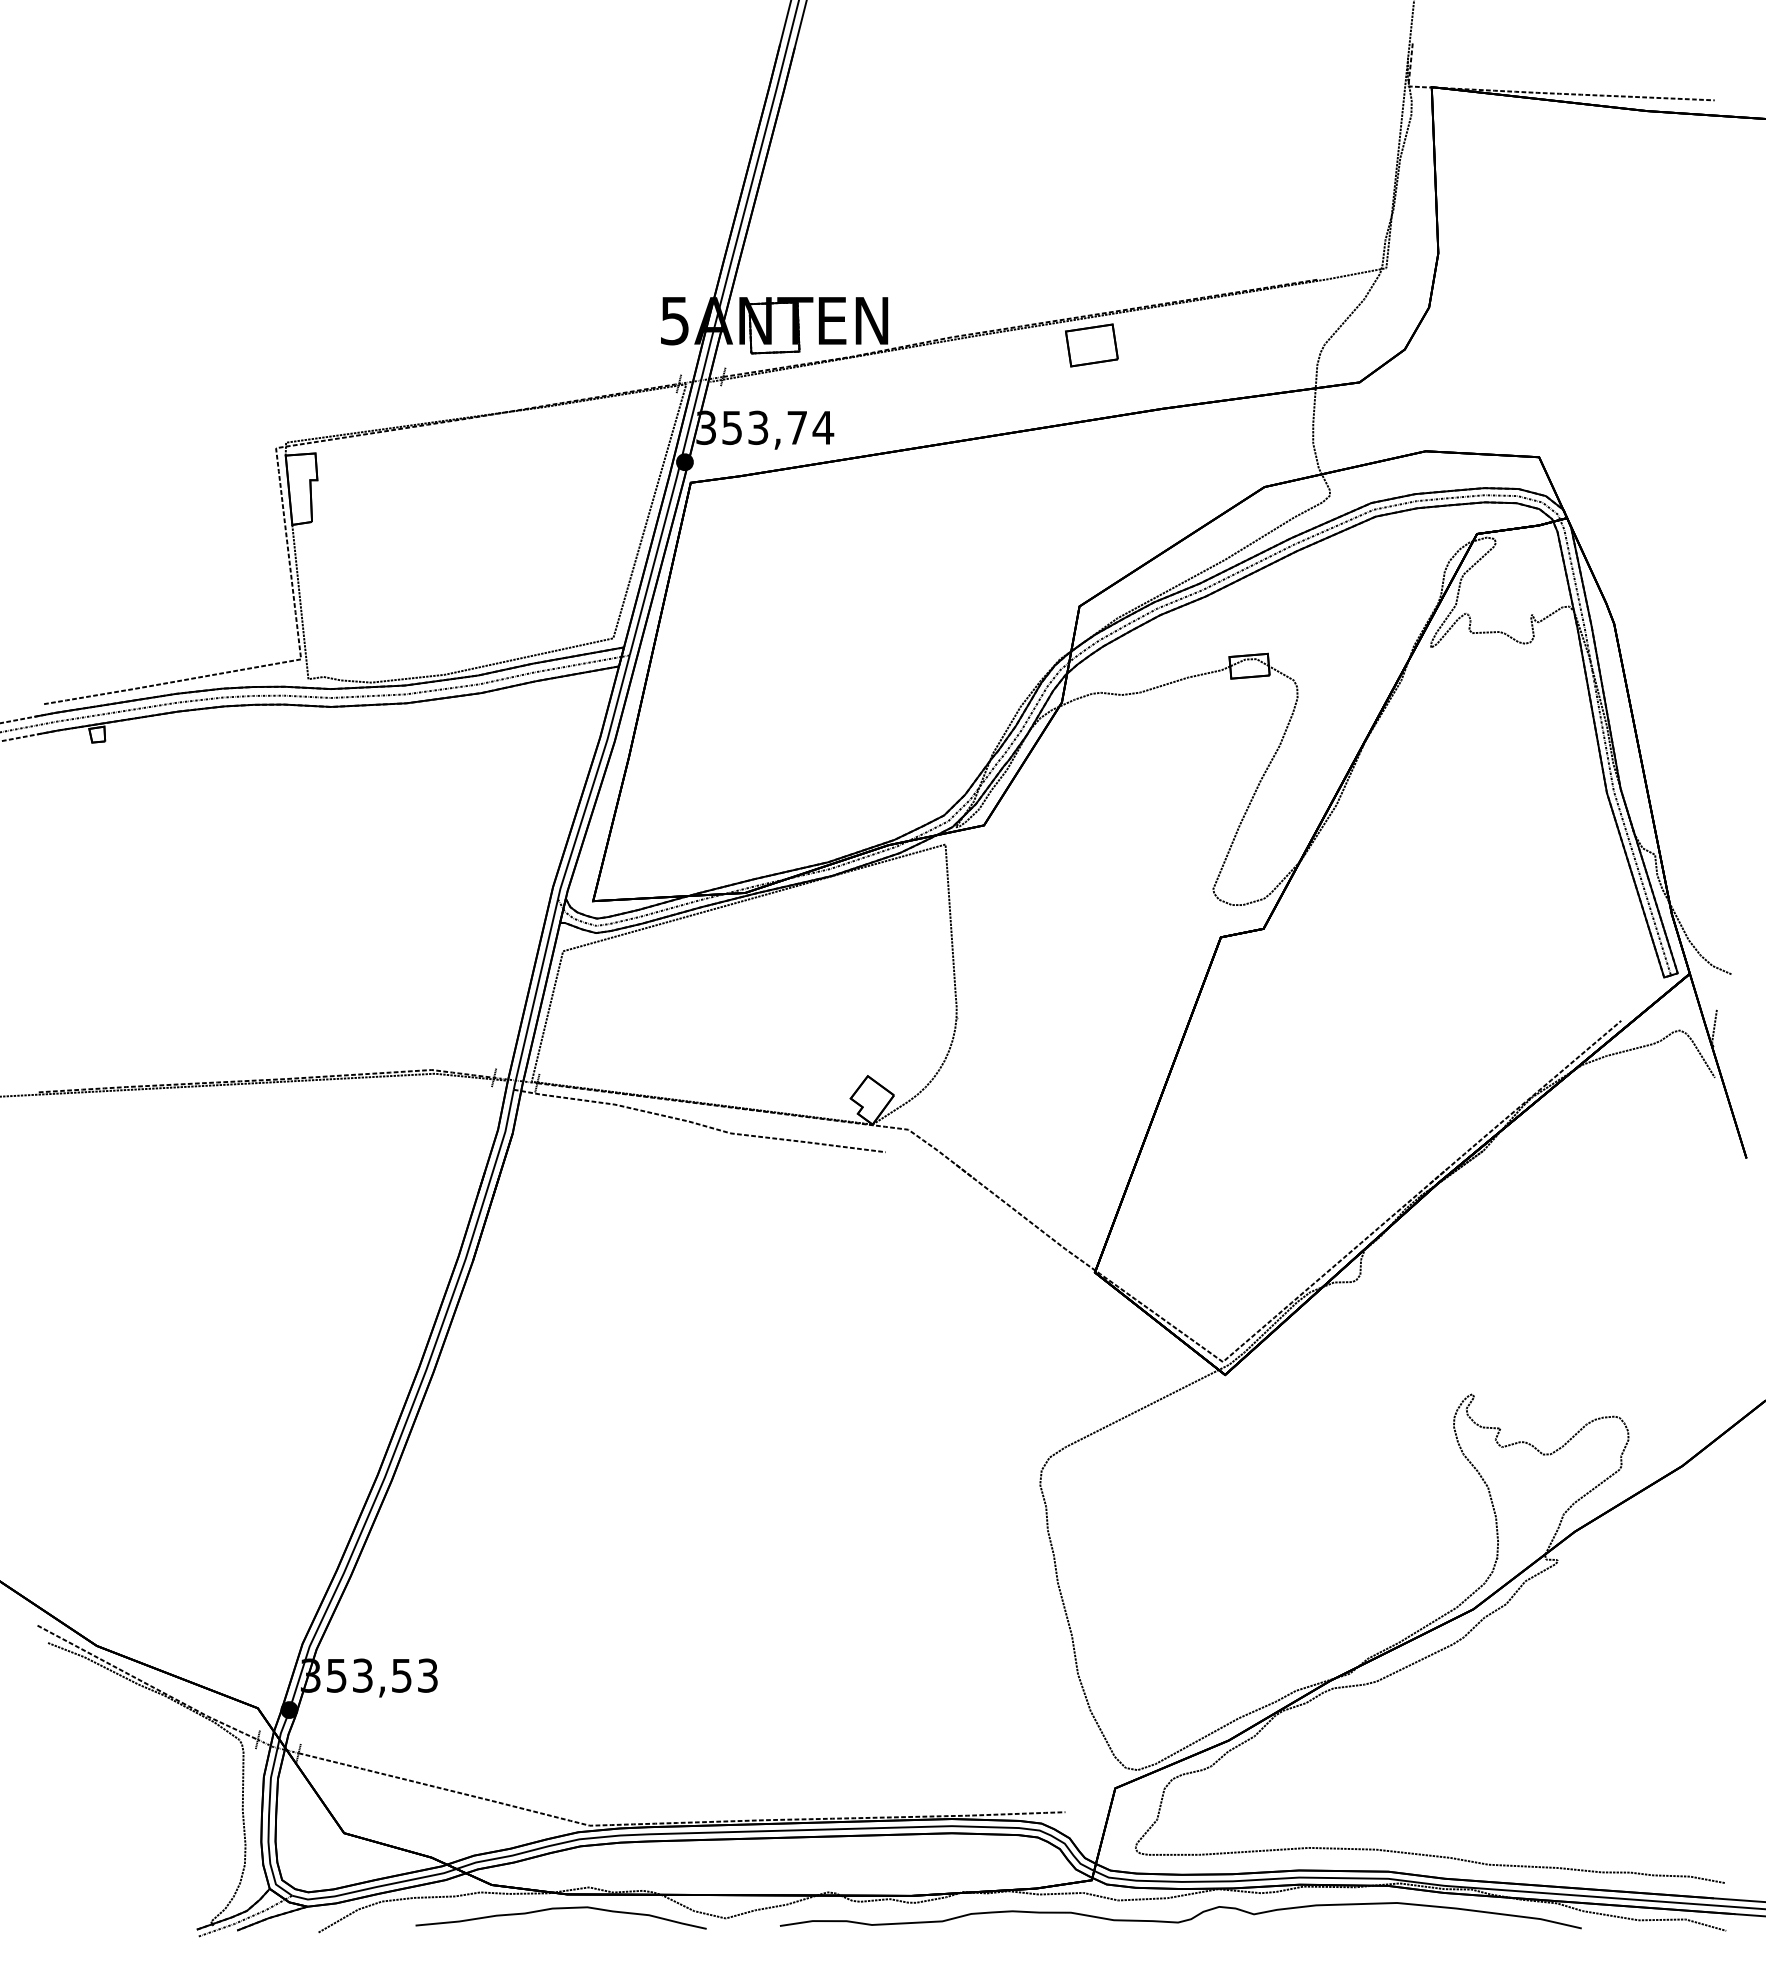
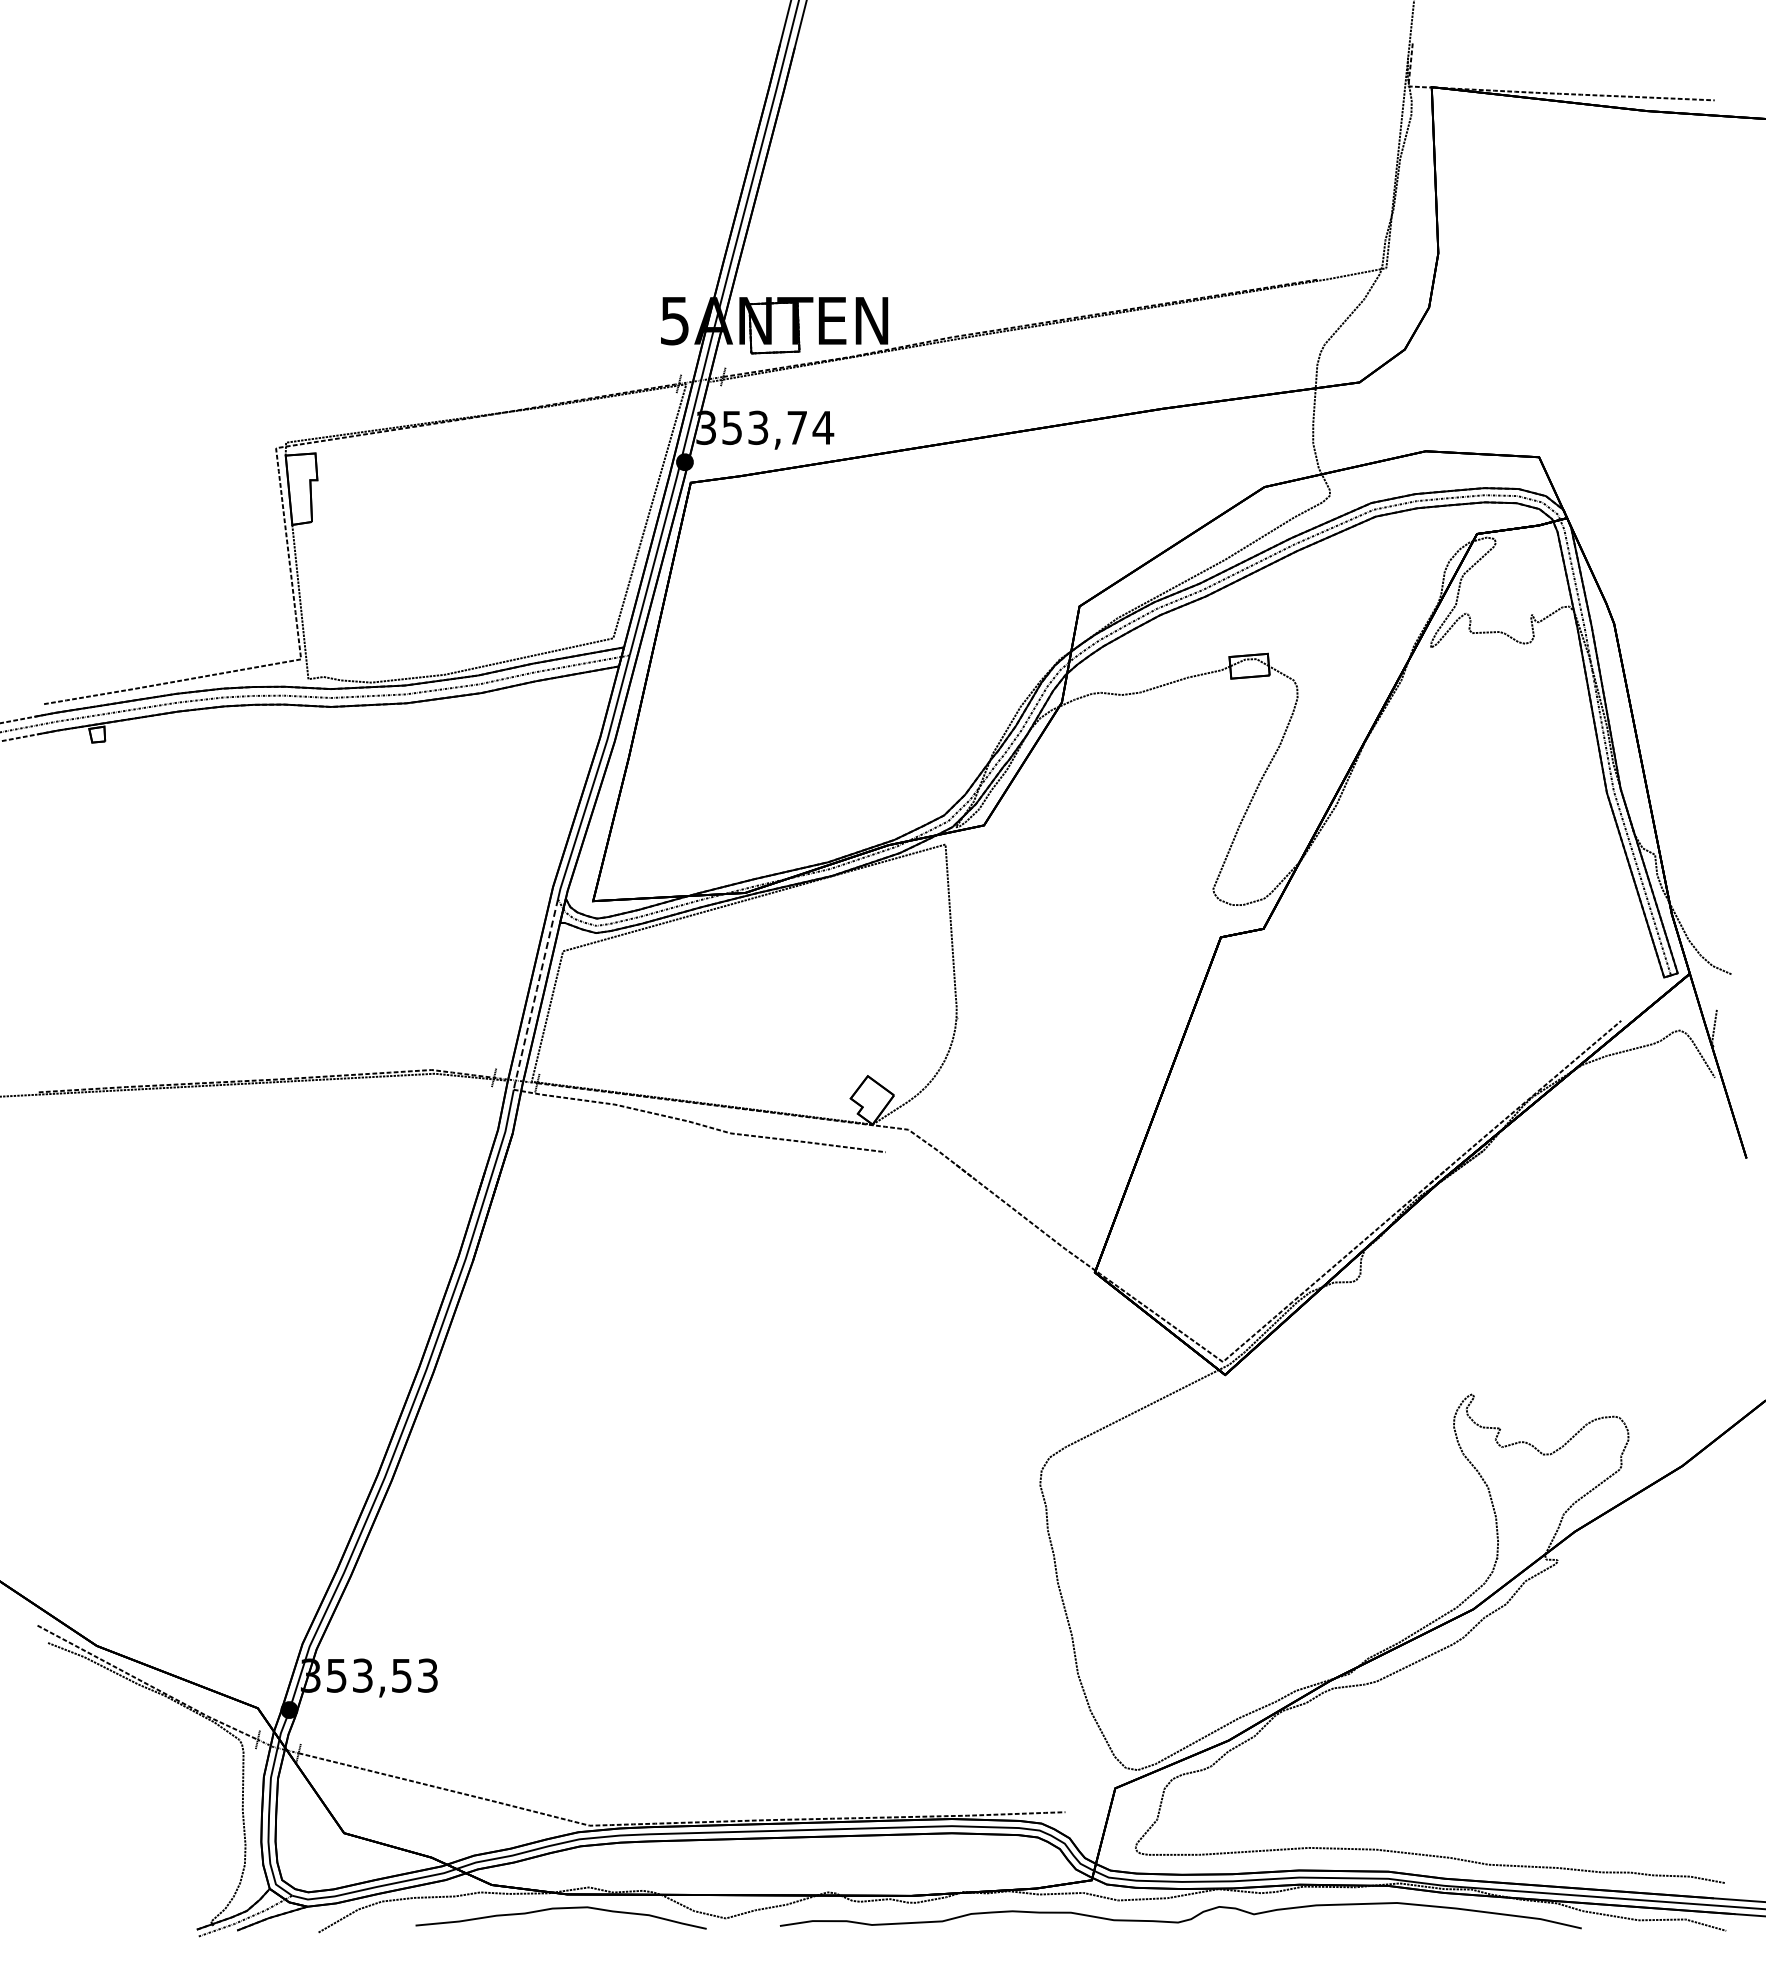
part at (1091, 345): present -> none
line at (535, 994): solid -> dashed
